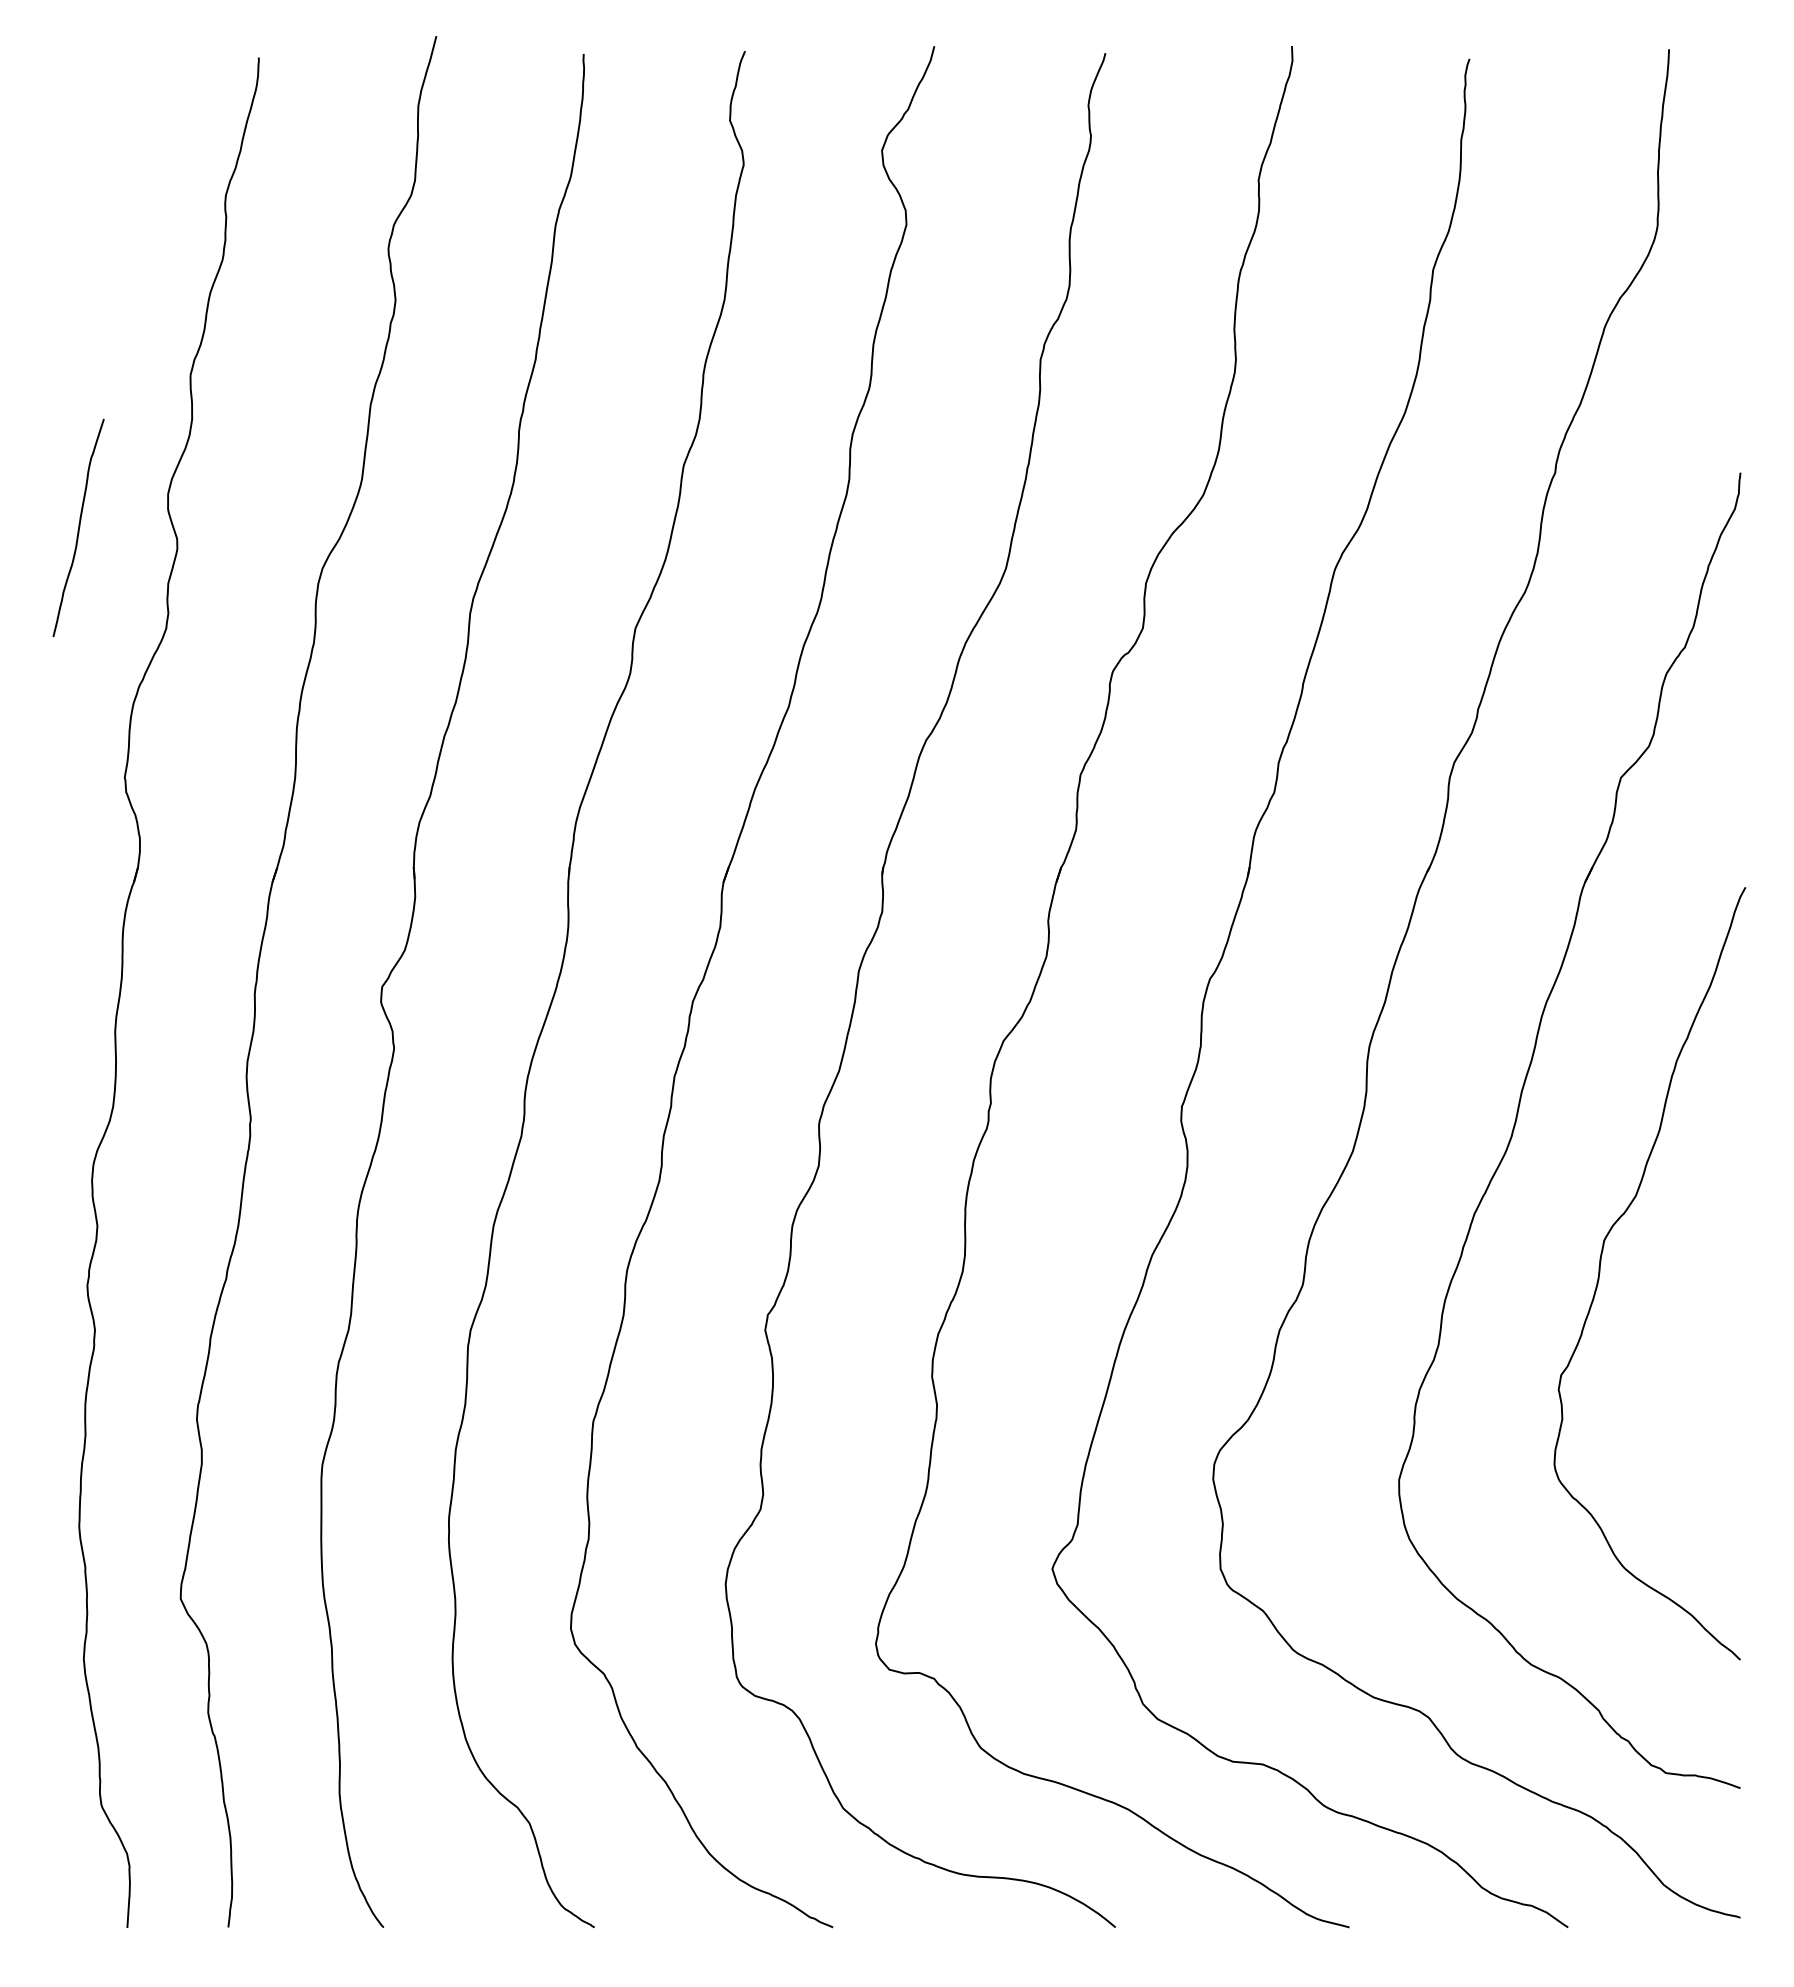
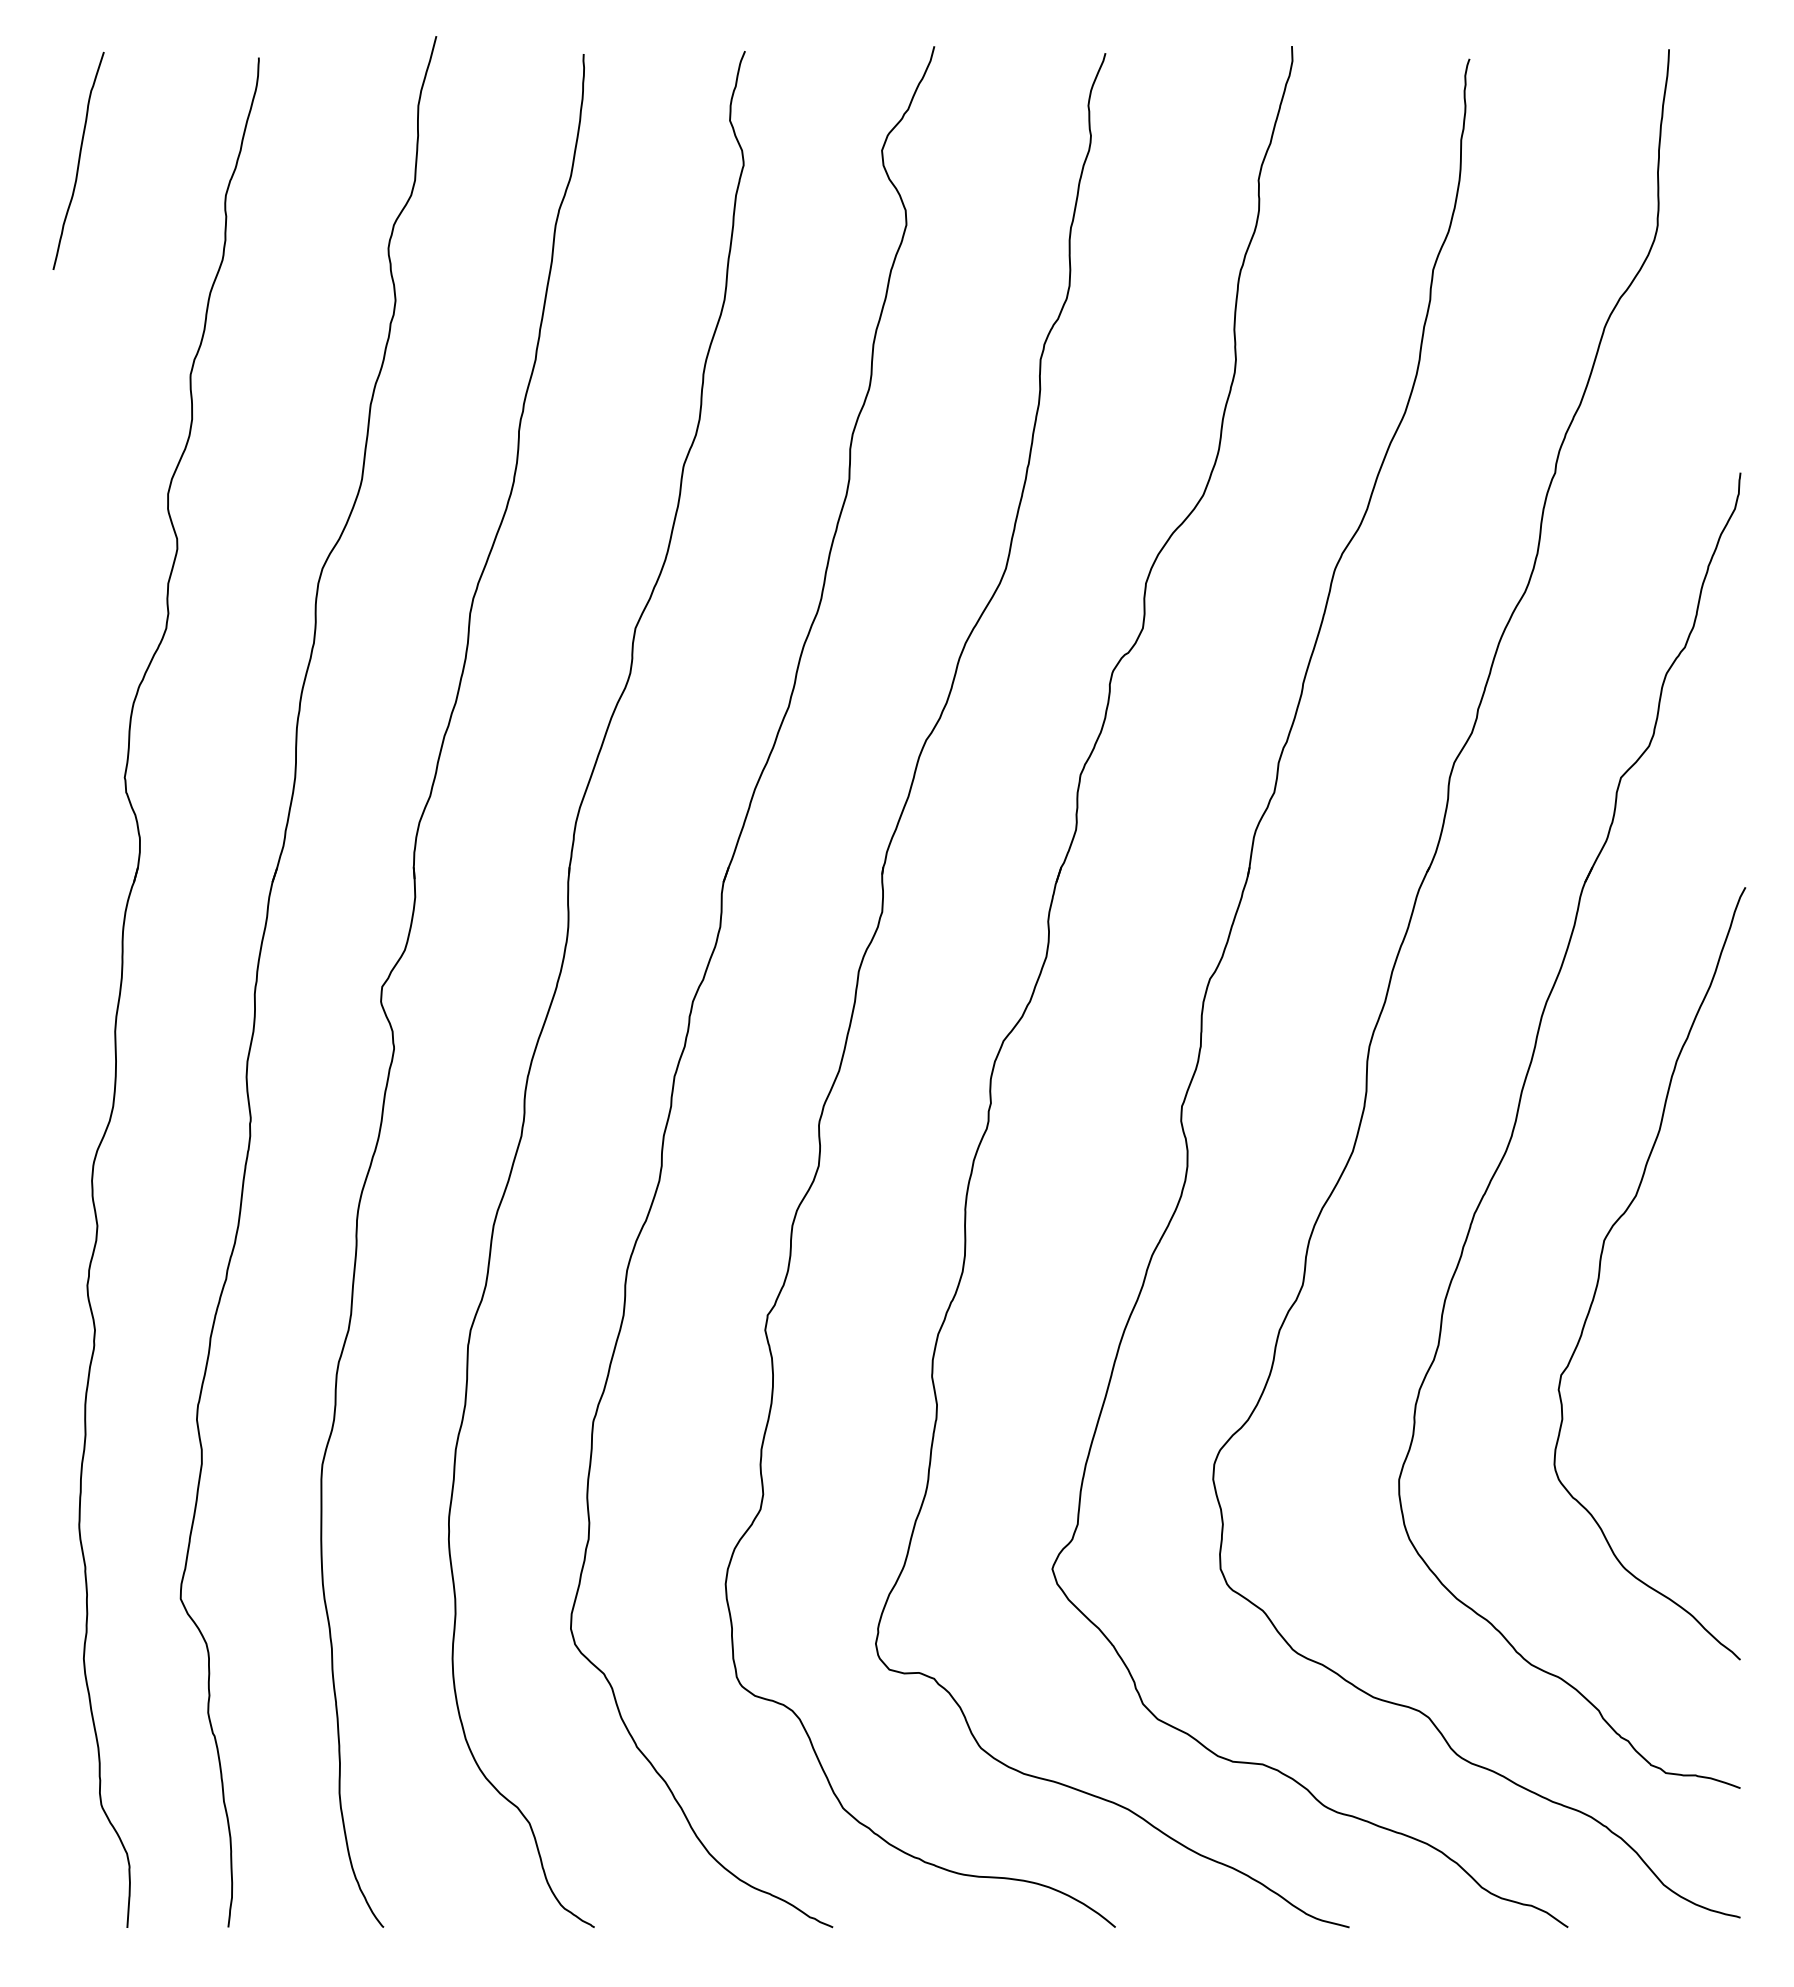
curve at (78, 527) position: (78, 527) -> (78, 160)
